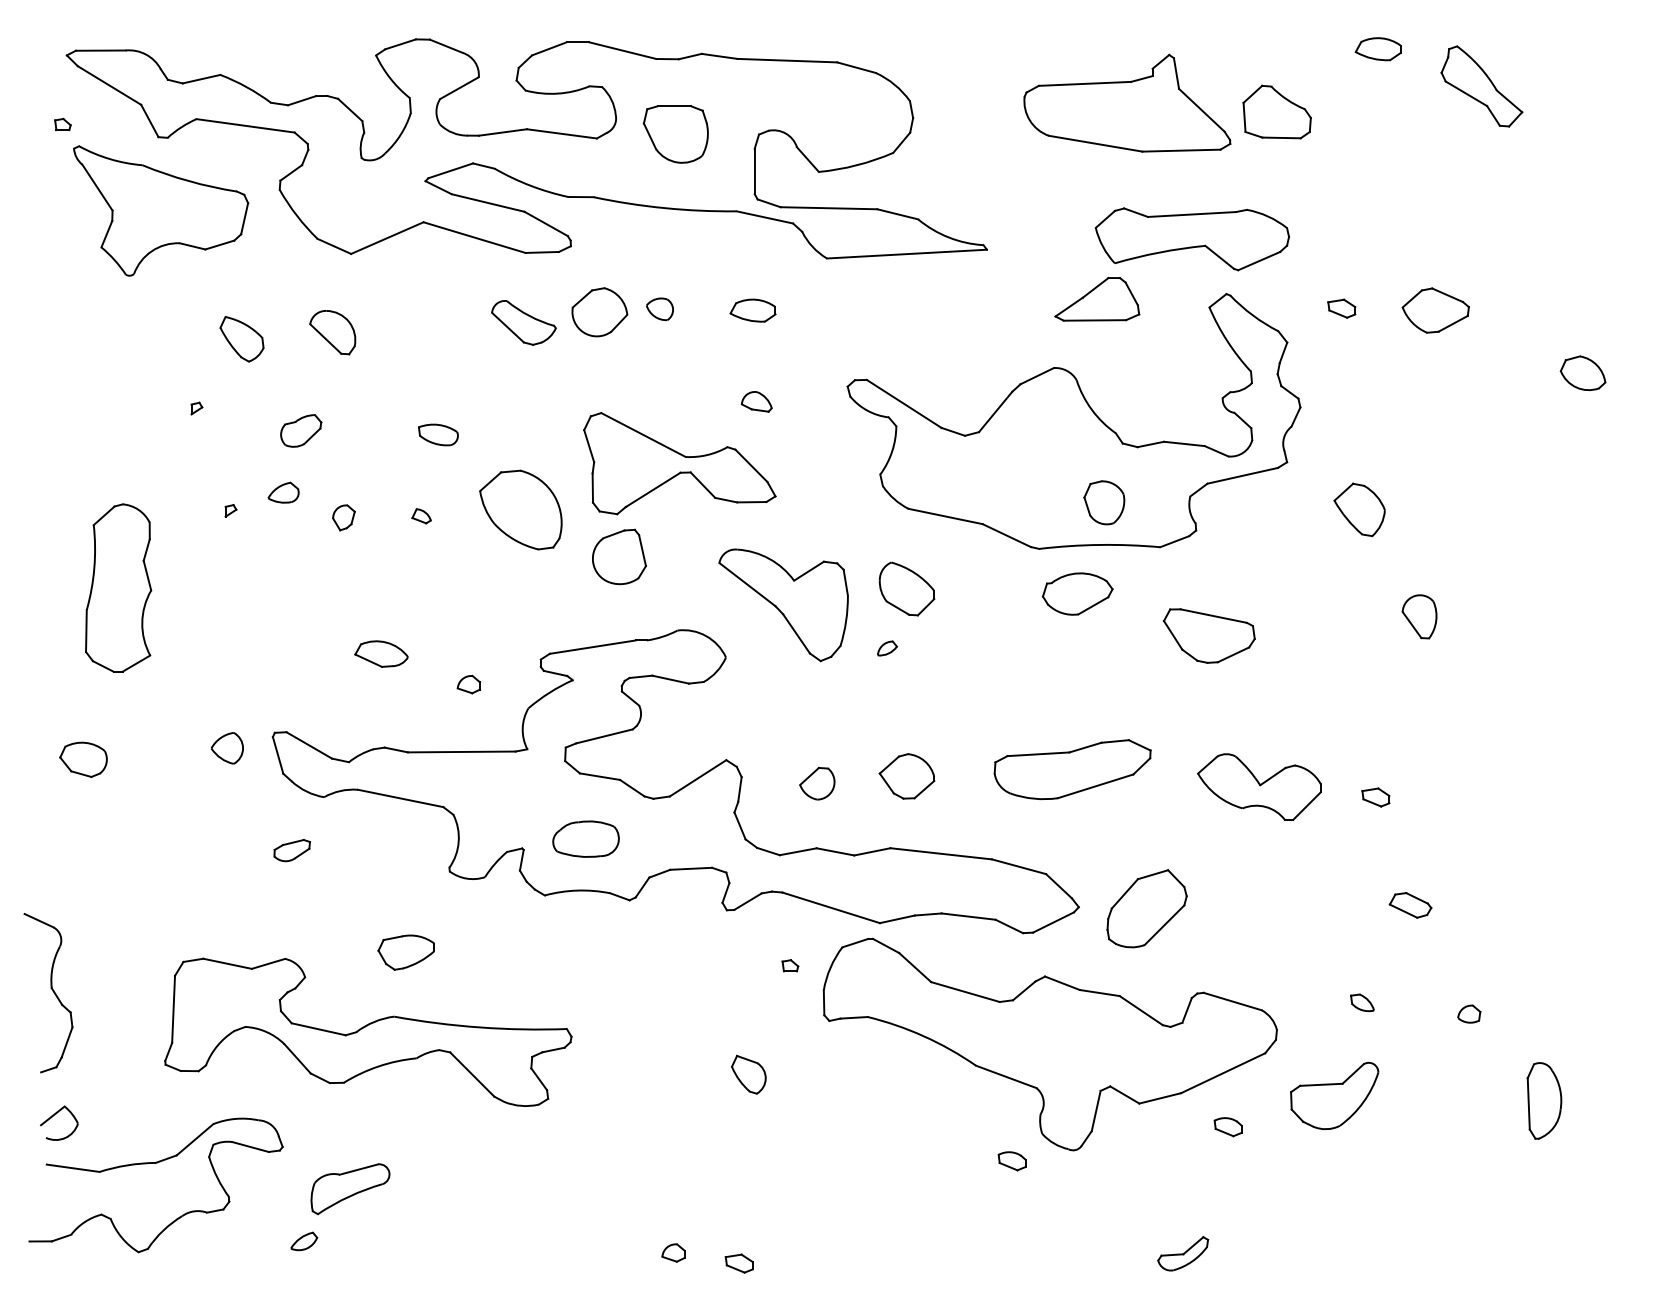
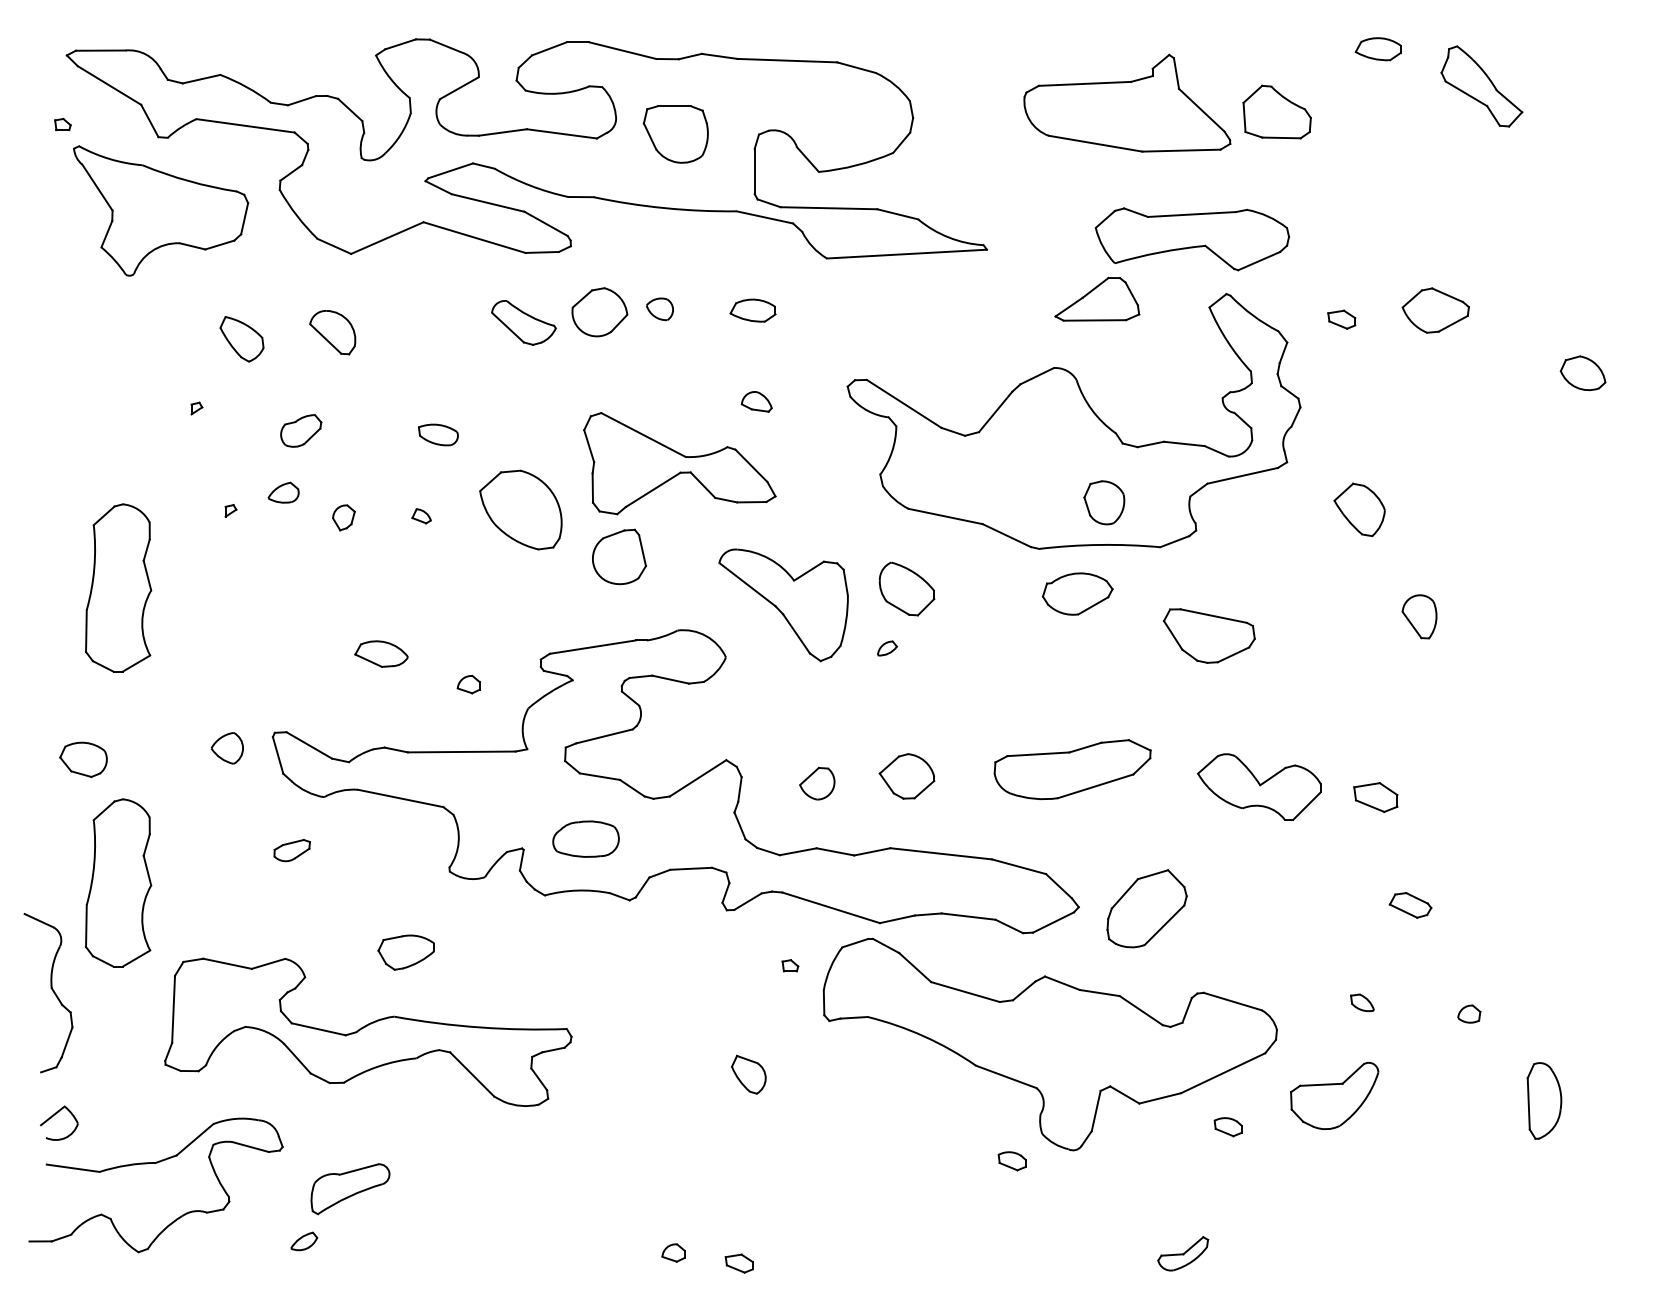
part at (1341, 308) position: (1341, 308) -> (1341, 319)
part at (1375, 797) size: 30x21 px -> 46x31 px
part at (118, 882): none -> present
